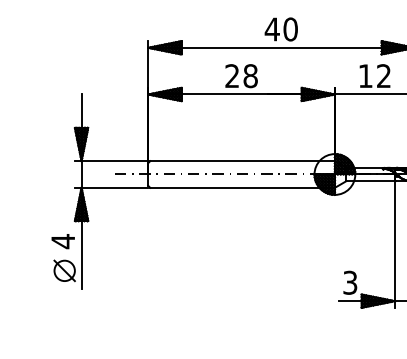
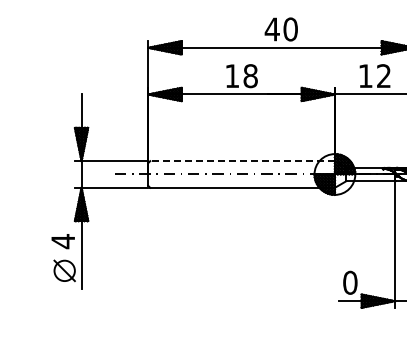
text at (231, 75): 28 -> 18
line at (242, 161): solid -> dashed
text at (350, 282): 3 -> 0
